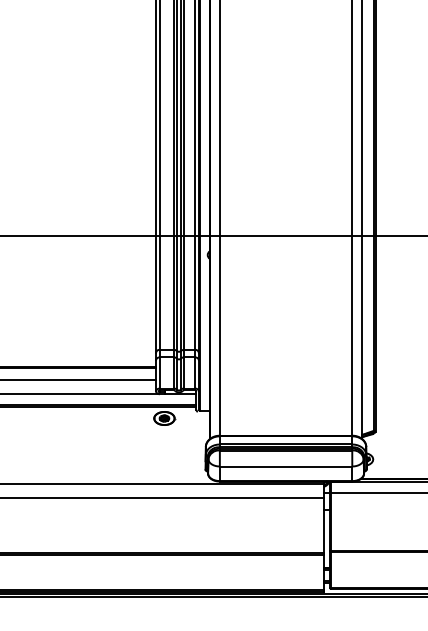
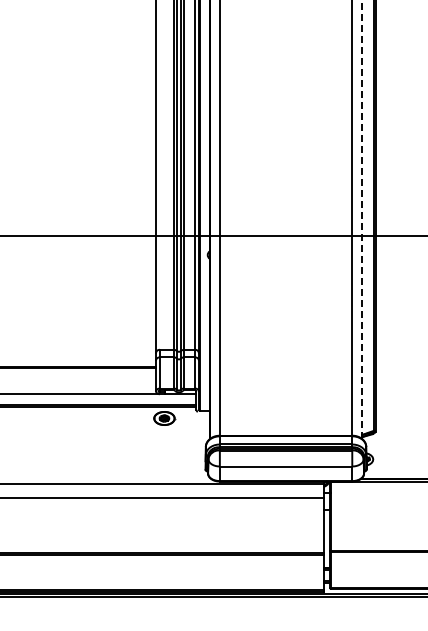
line at (159, 175): present -> none
line at (362, 219): solid -> dashed
line at (79, 379): present -> none
line at (377, 492): present -> none
